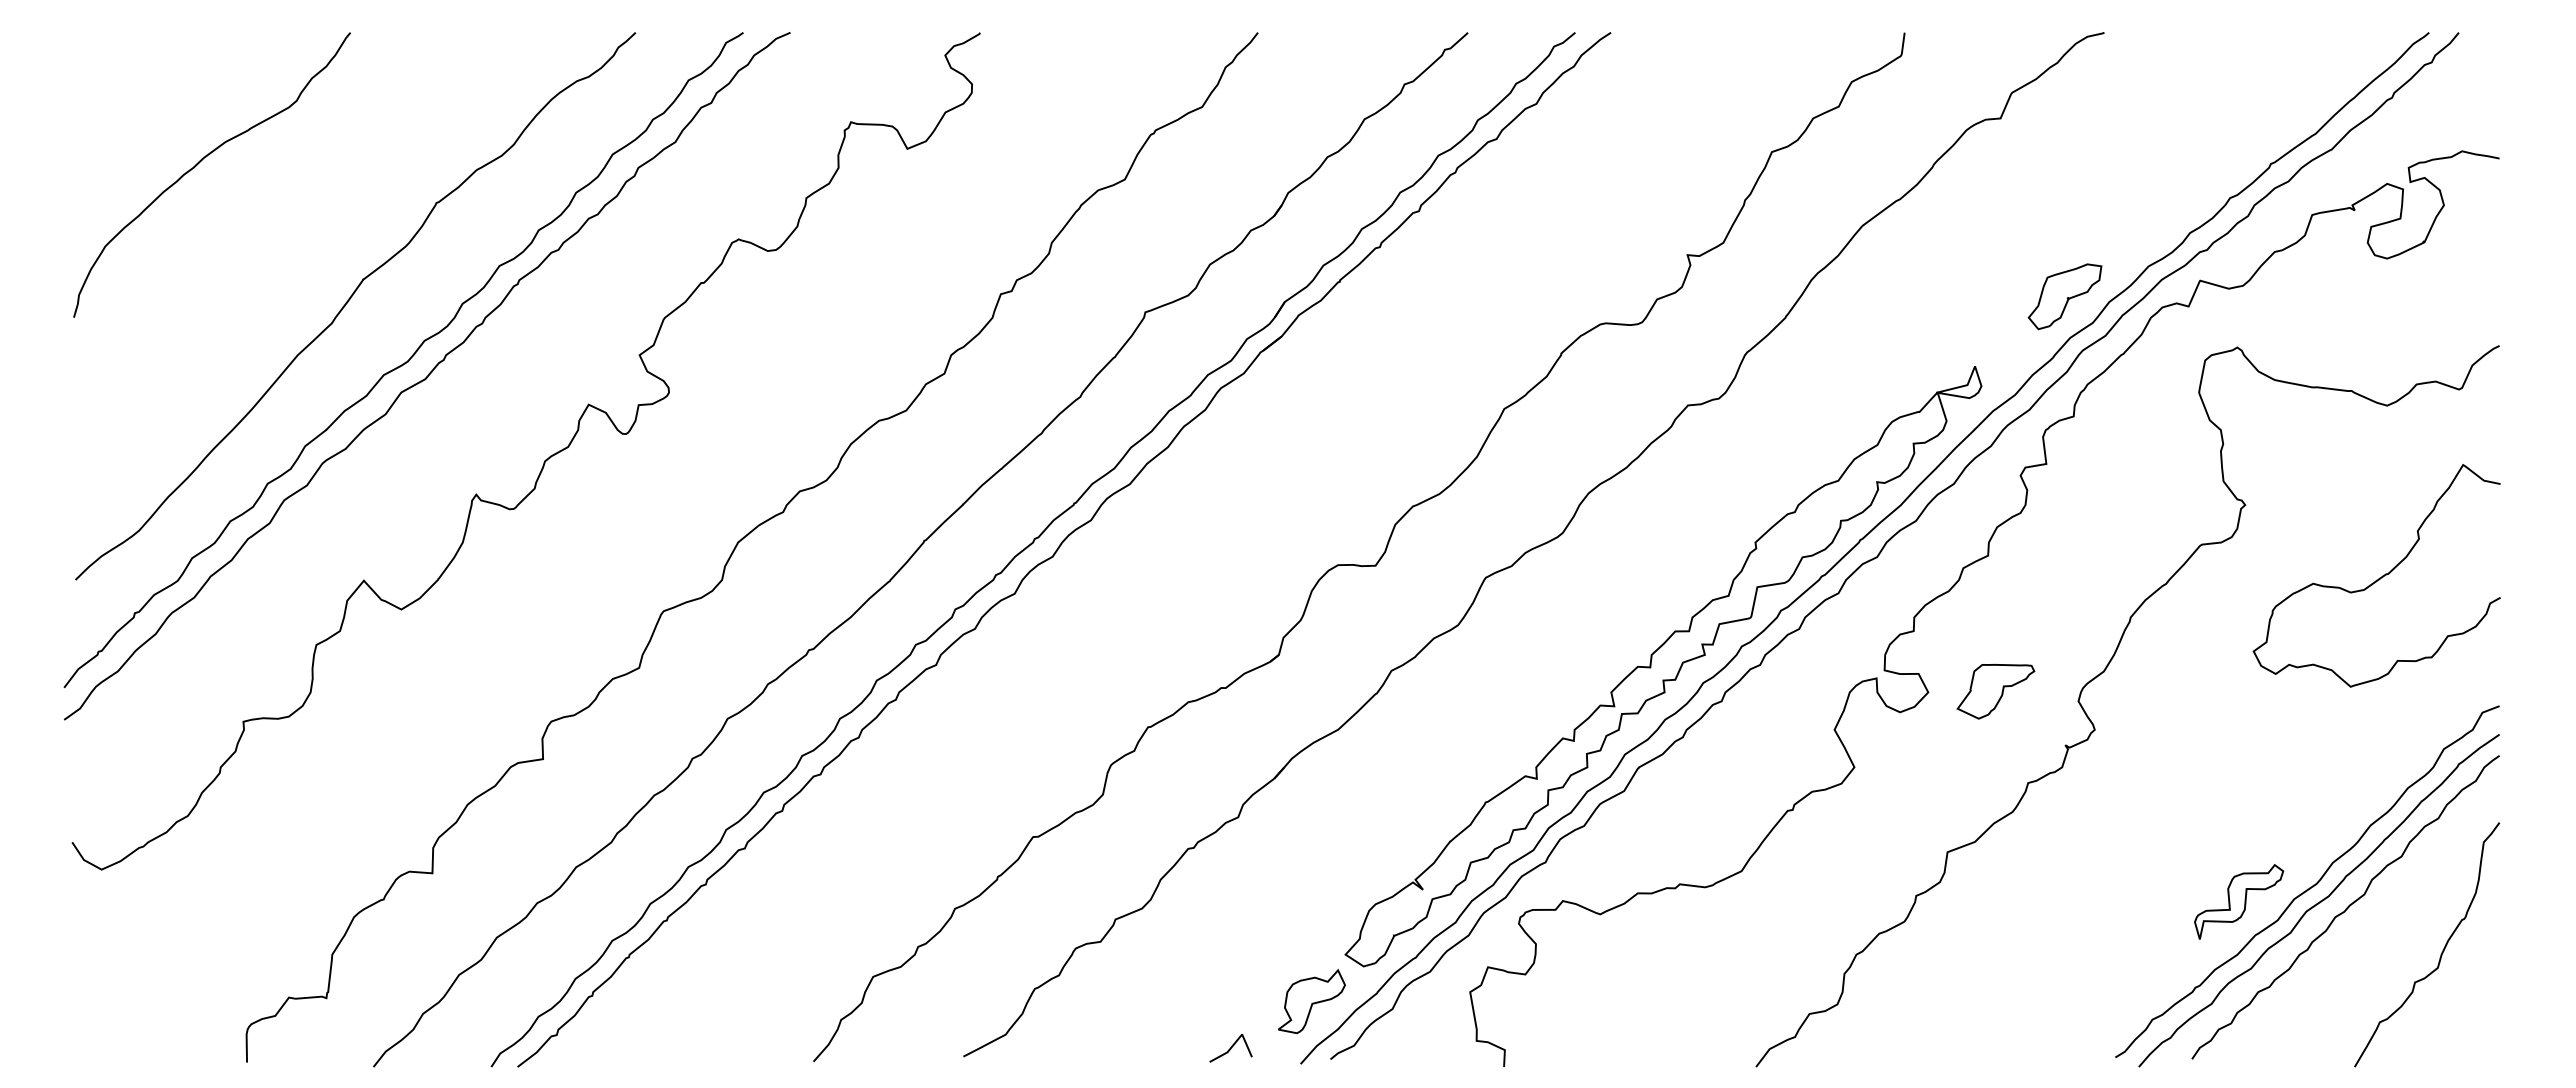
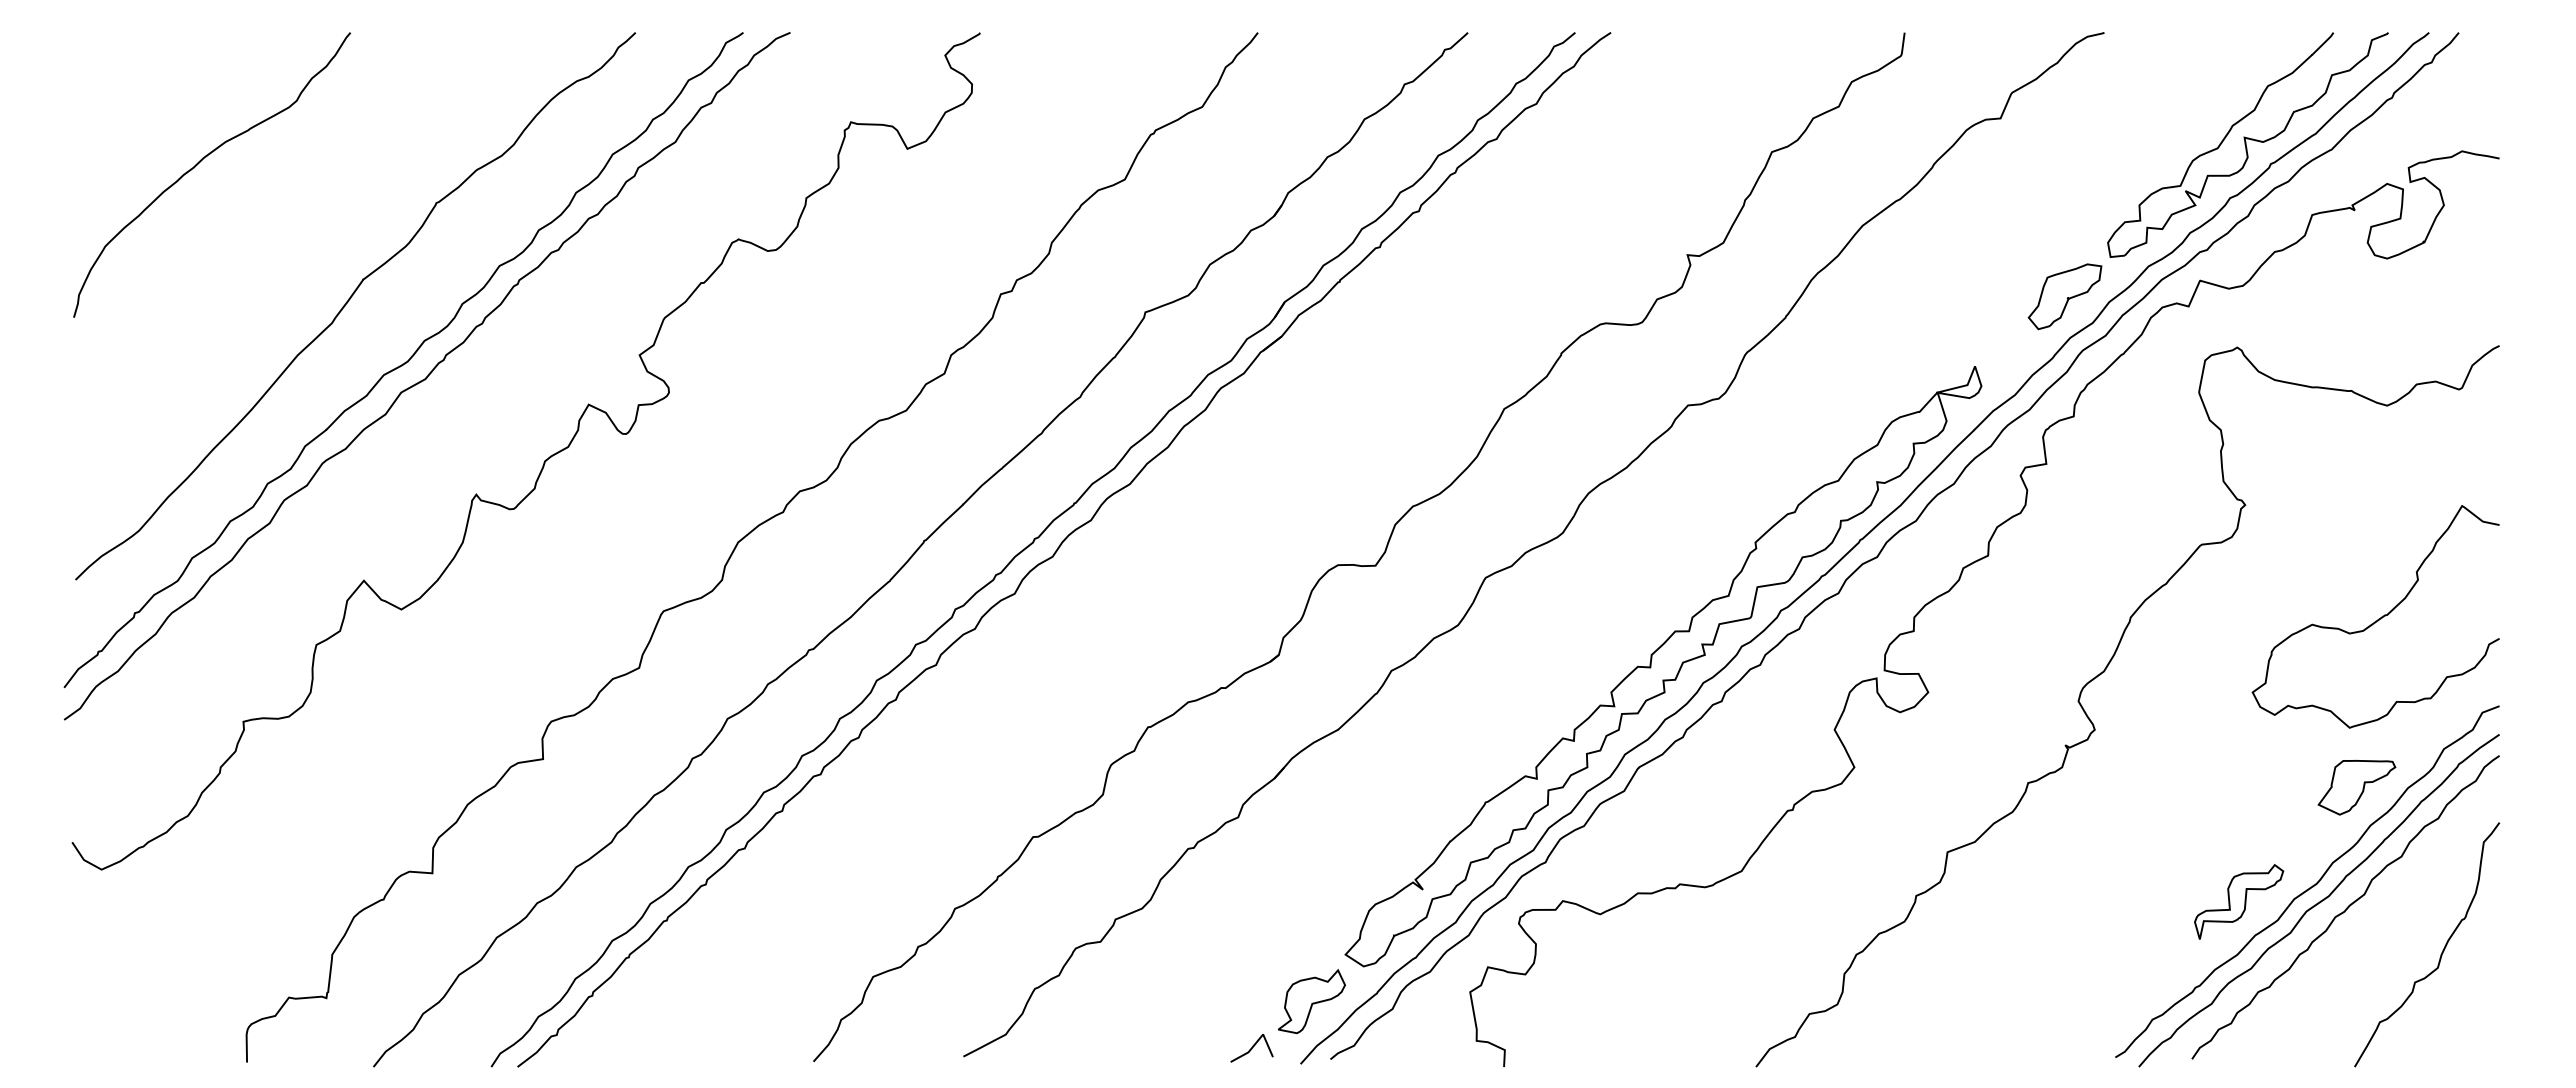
part at (2247, 144): none -> present
curve at (2379, 577) position: (2379, 577) -> (2378, 618)
part at (1995, 691) position: (1995, 691) -> (2356, 787)
line at (1230, 1048) position: (1230, 1048) -> (1251, 1048)
